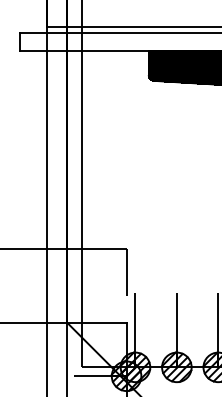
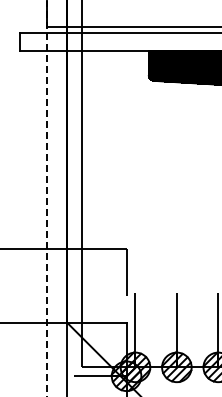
line at (46, 198): solid -> dashed
